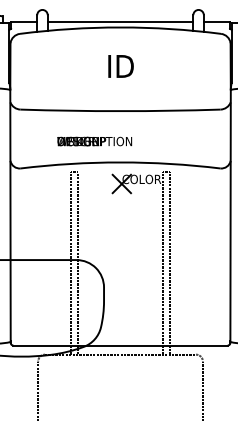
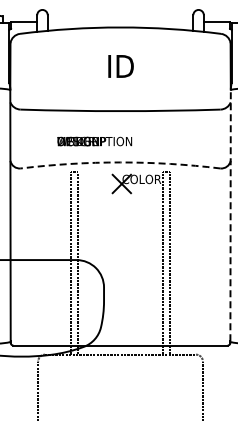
line at (120, 22): present -> none
arc at (120, 162): solid -> dashed
line at (230, 215): solid -> dashed
